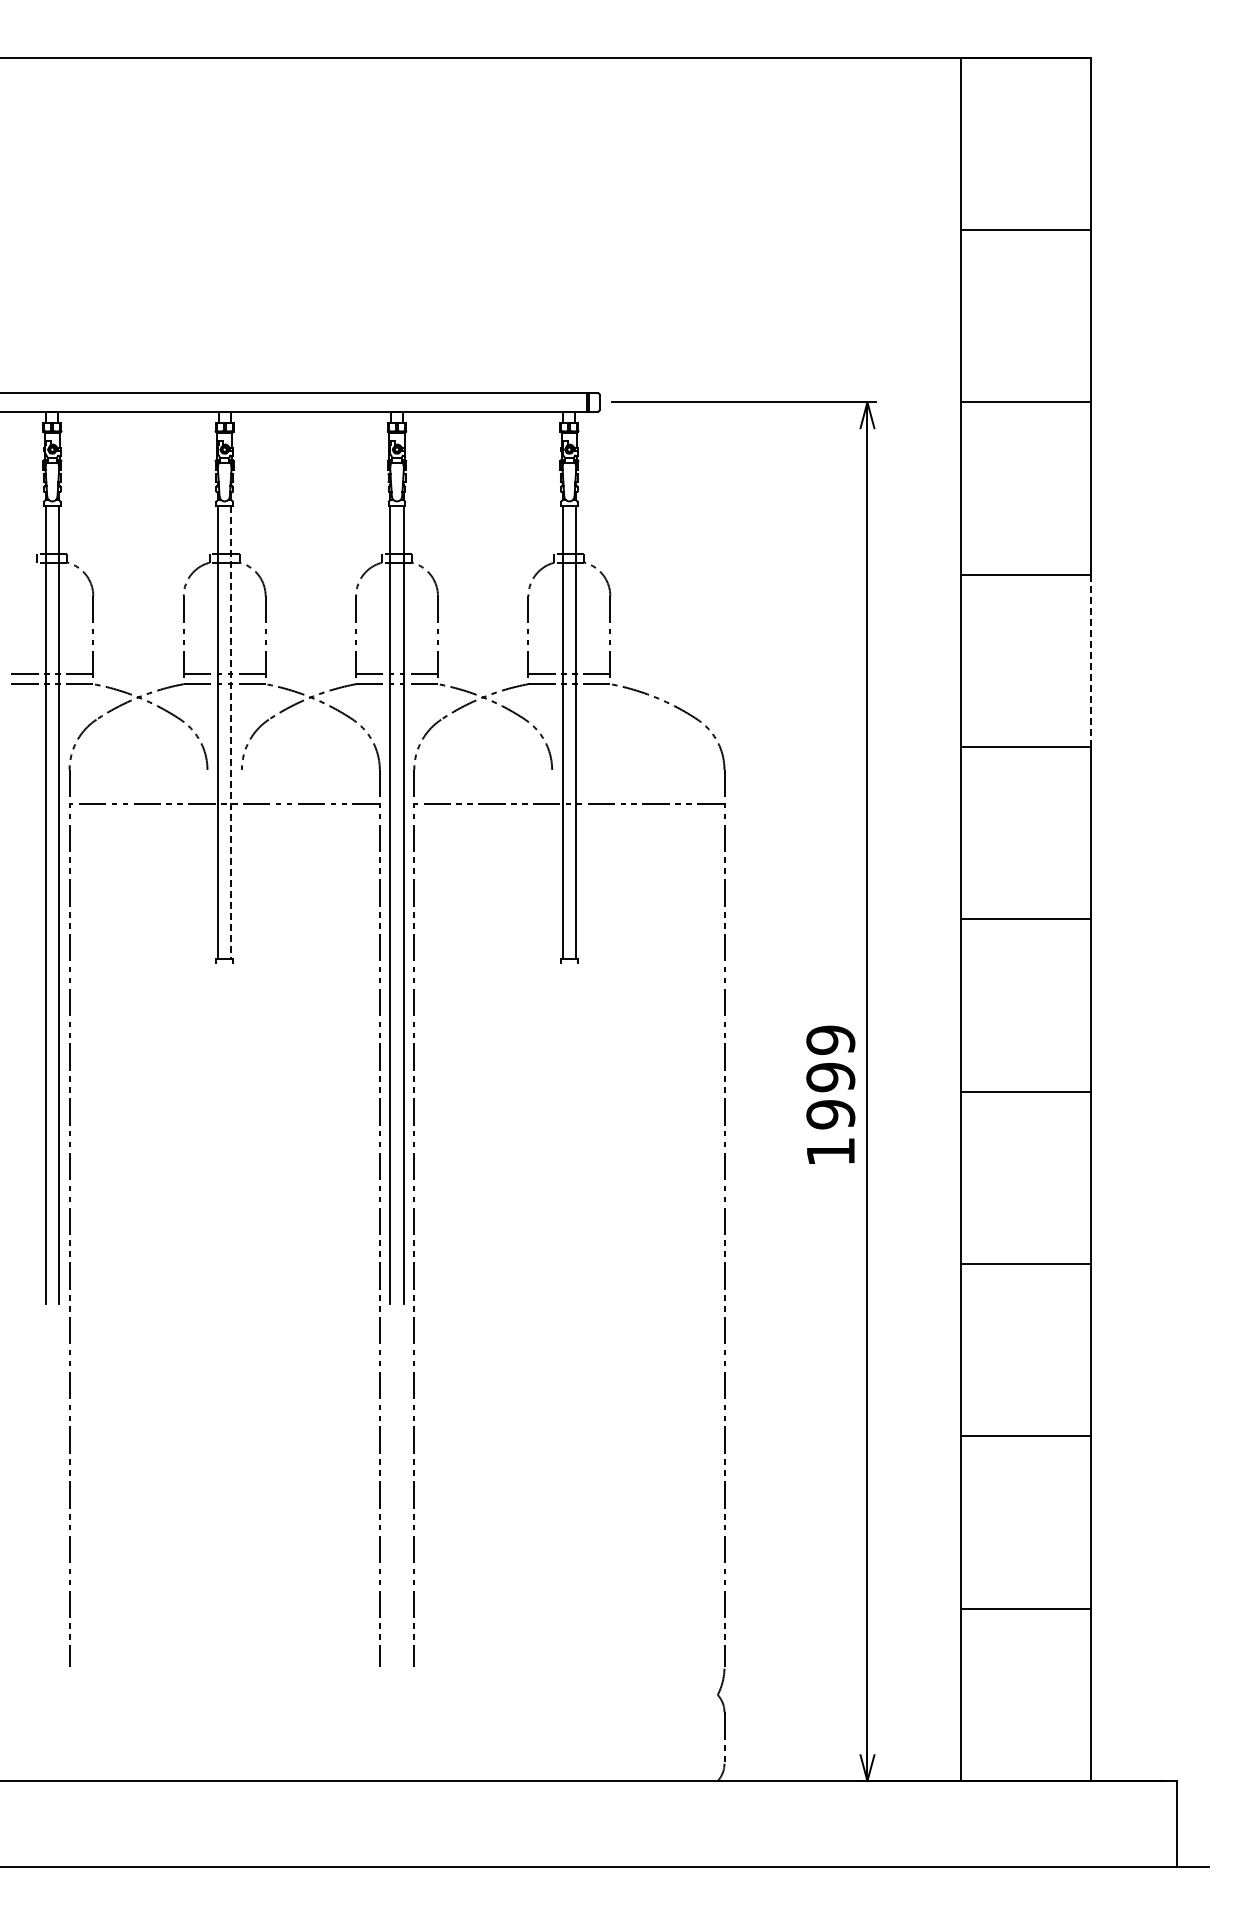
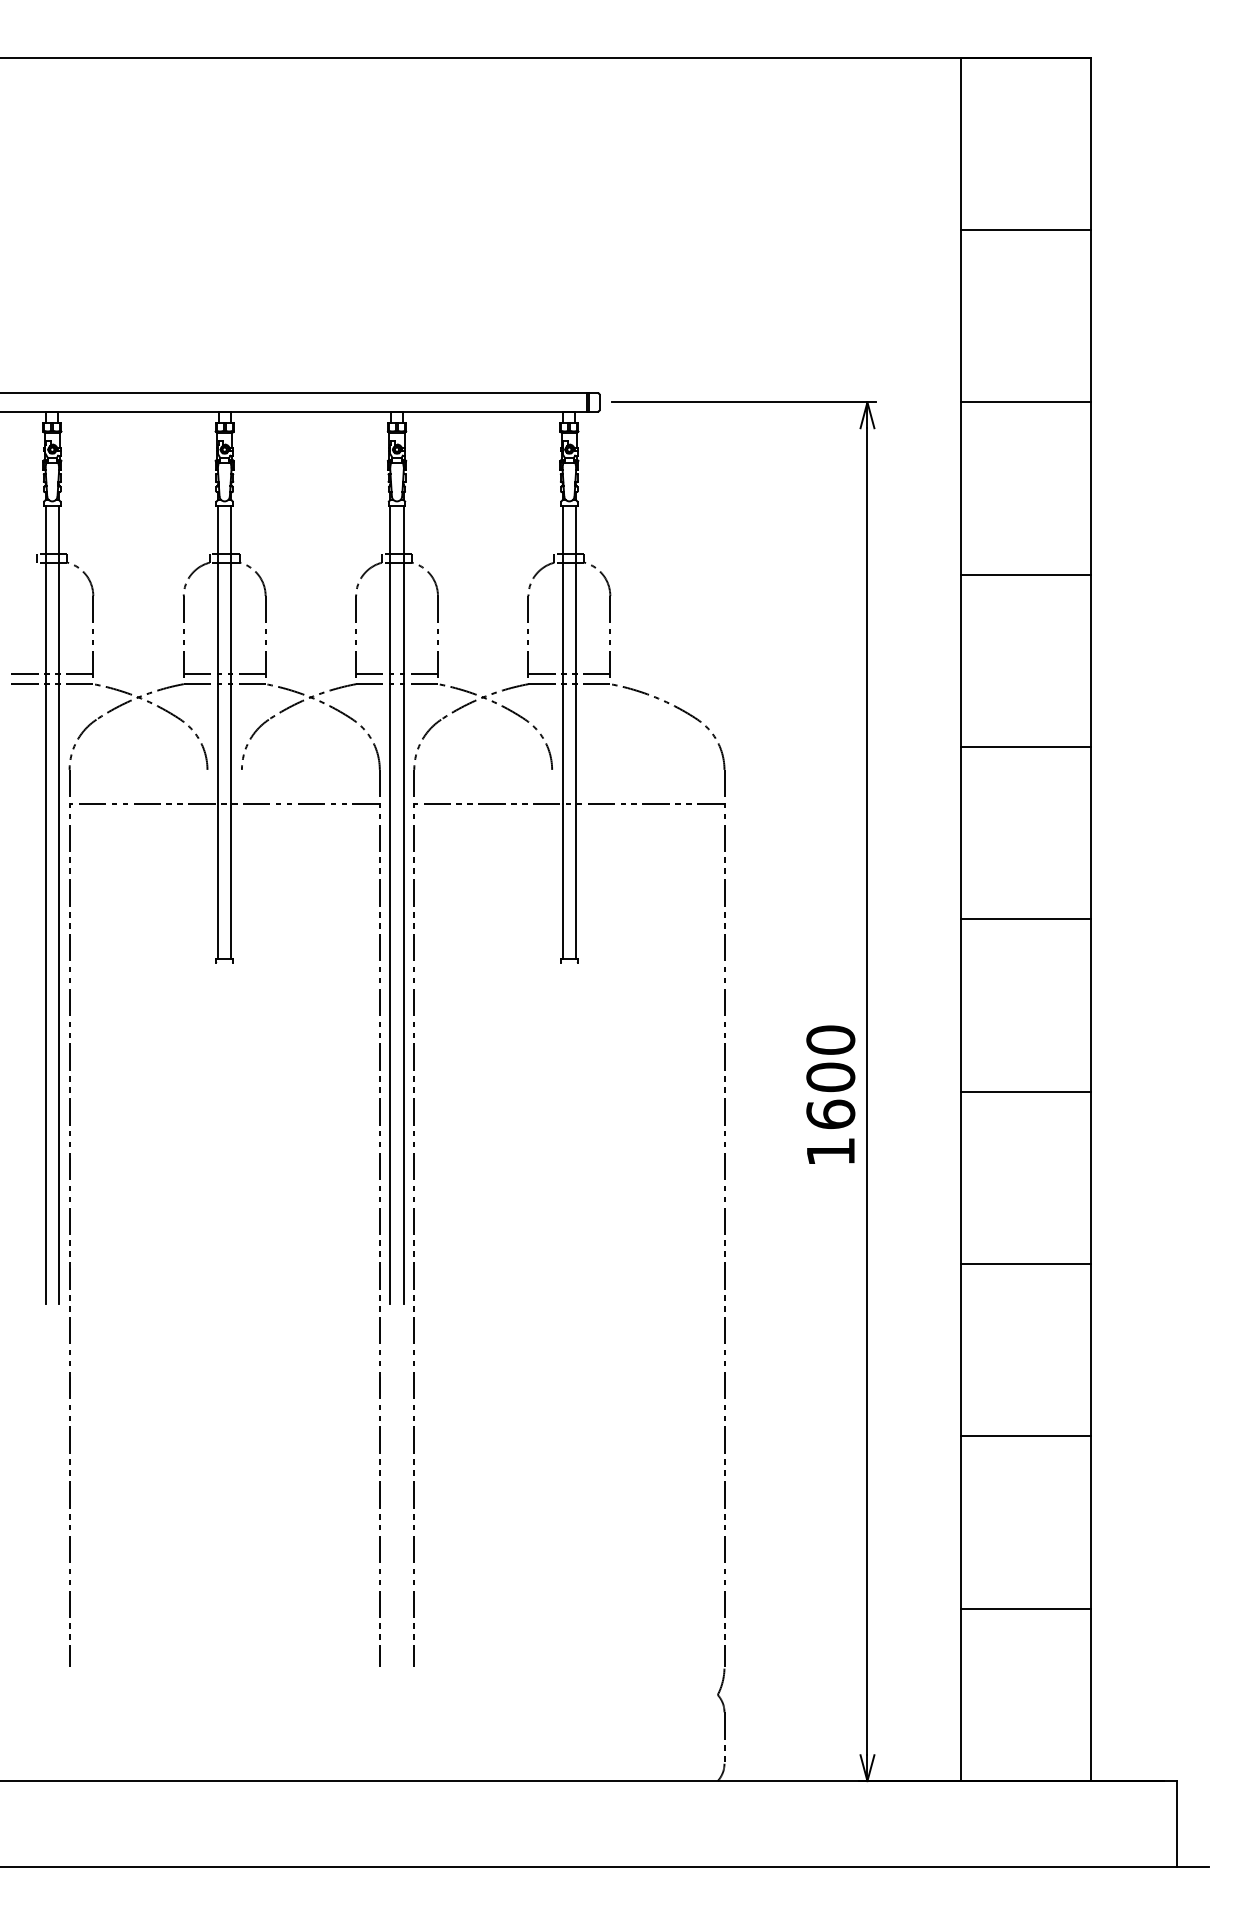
line at (1090, 661): dashed -> solid
line at (231, 732): dashed -> solid
text at (830, 1077): 1999 -> 1600
